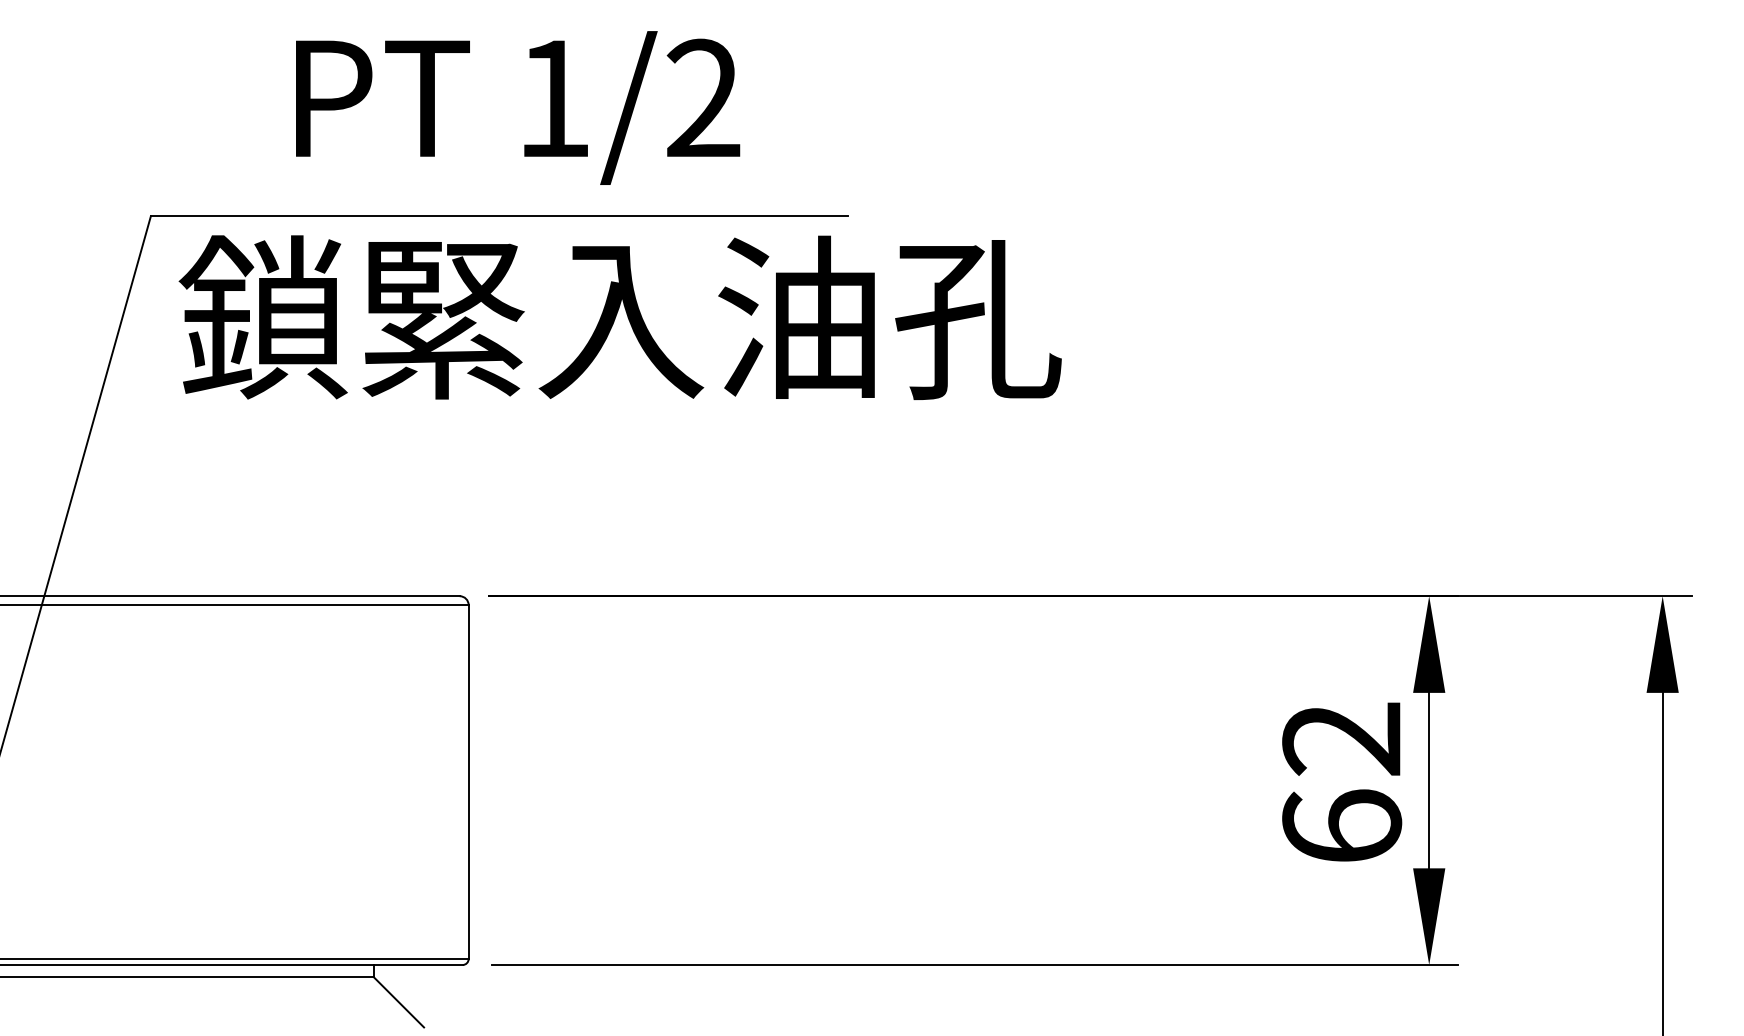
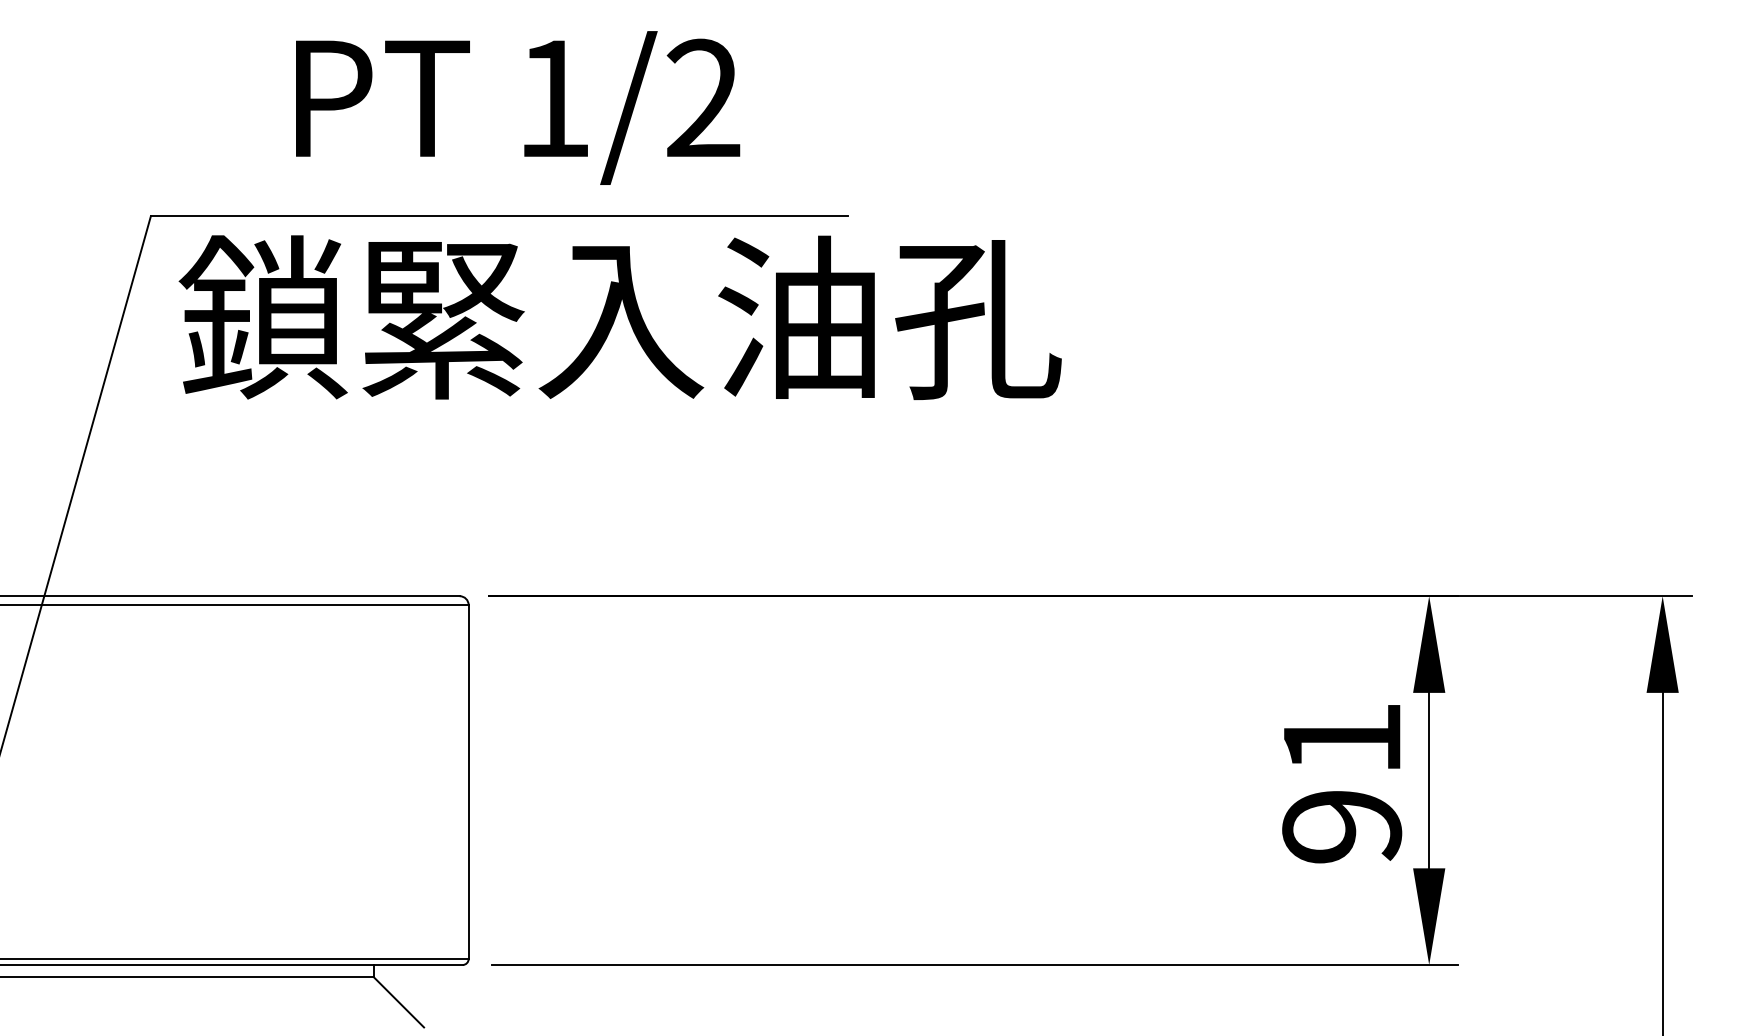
text at (1342, 782): 62 -> 91
